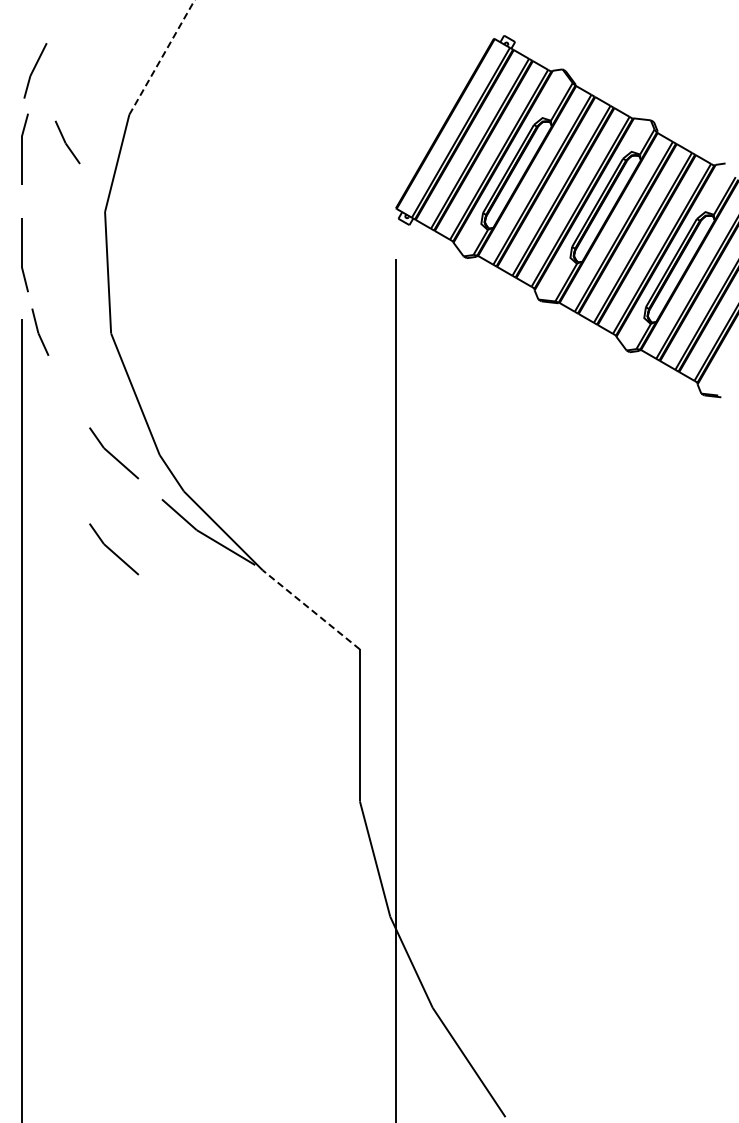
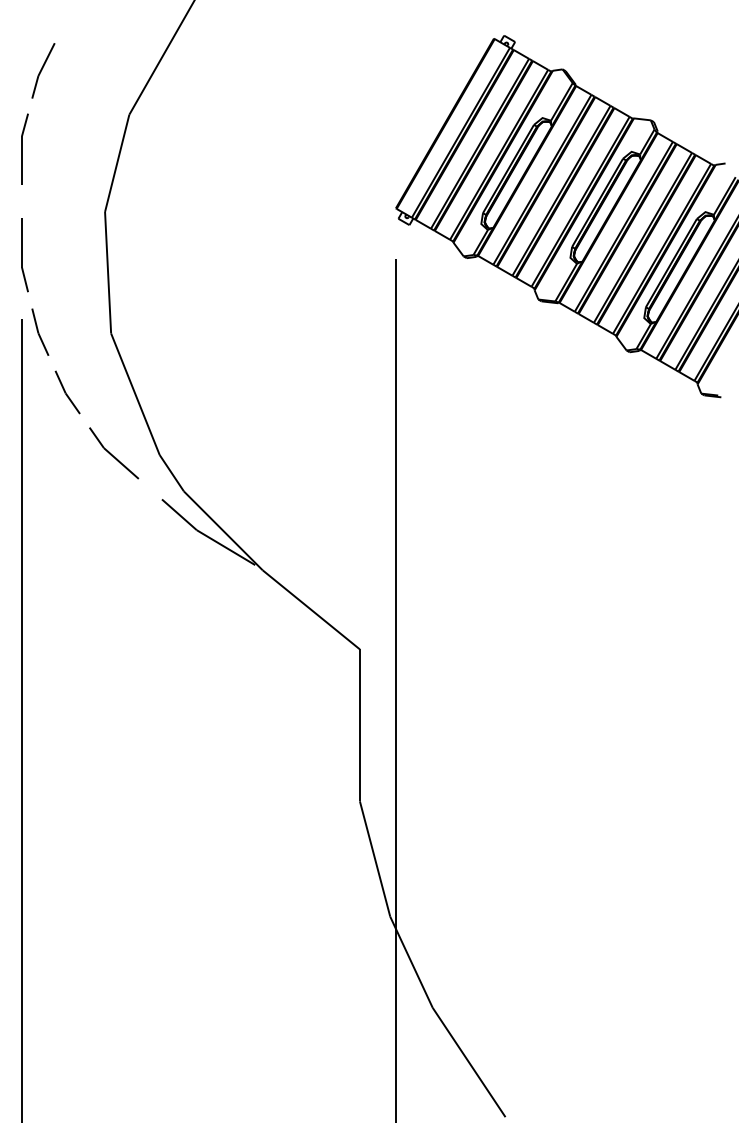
line at (162, 57): dashed -> solid
part at (35, 70) position: (35, 70) -> (43, 70)
part at (67, 142) position: (67, 142) -> (67, 392)
part at (114, 549): present -> none
line at (311, 609): dashed -> solid
